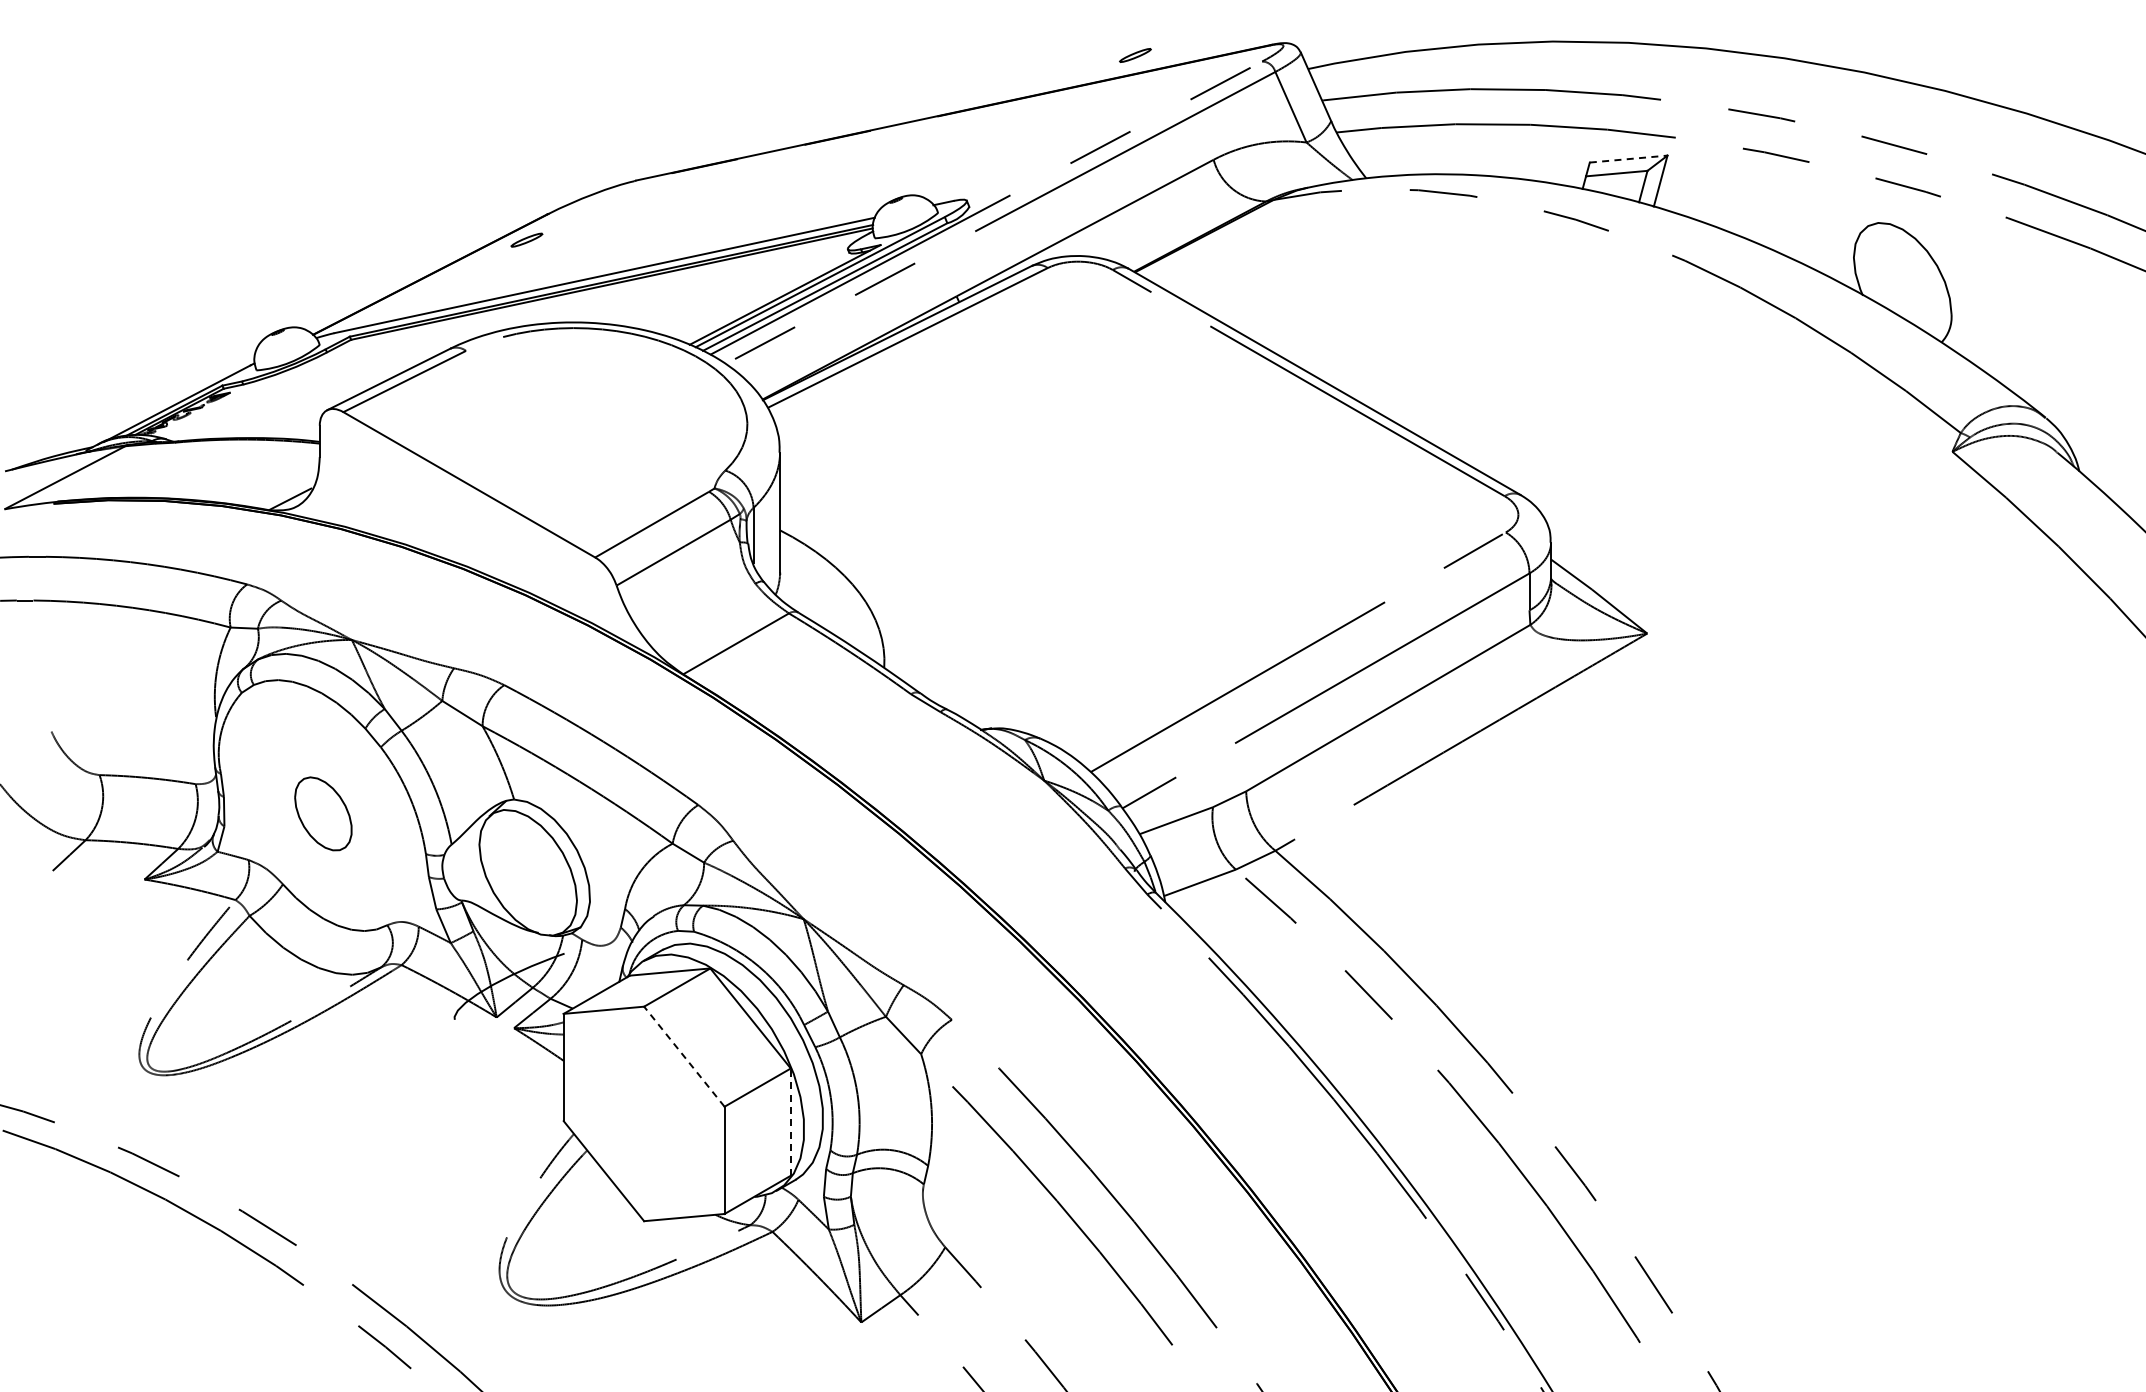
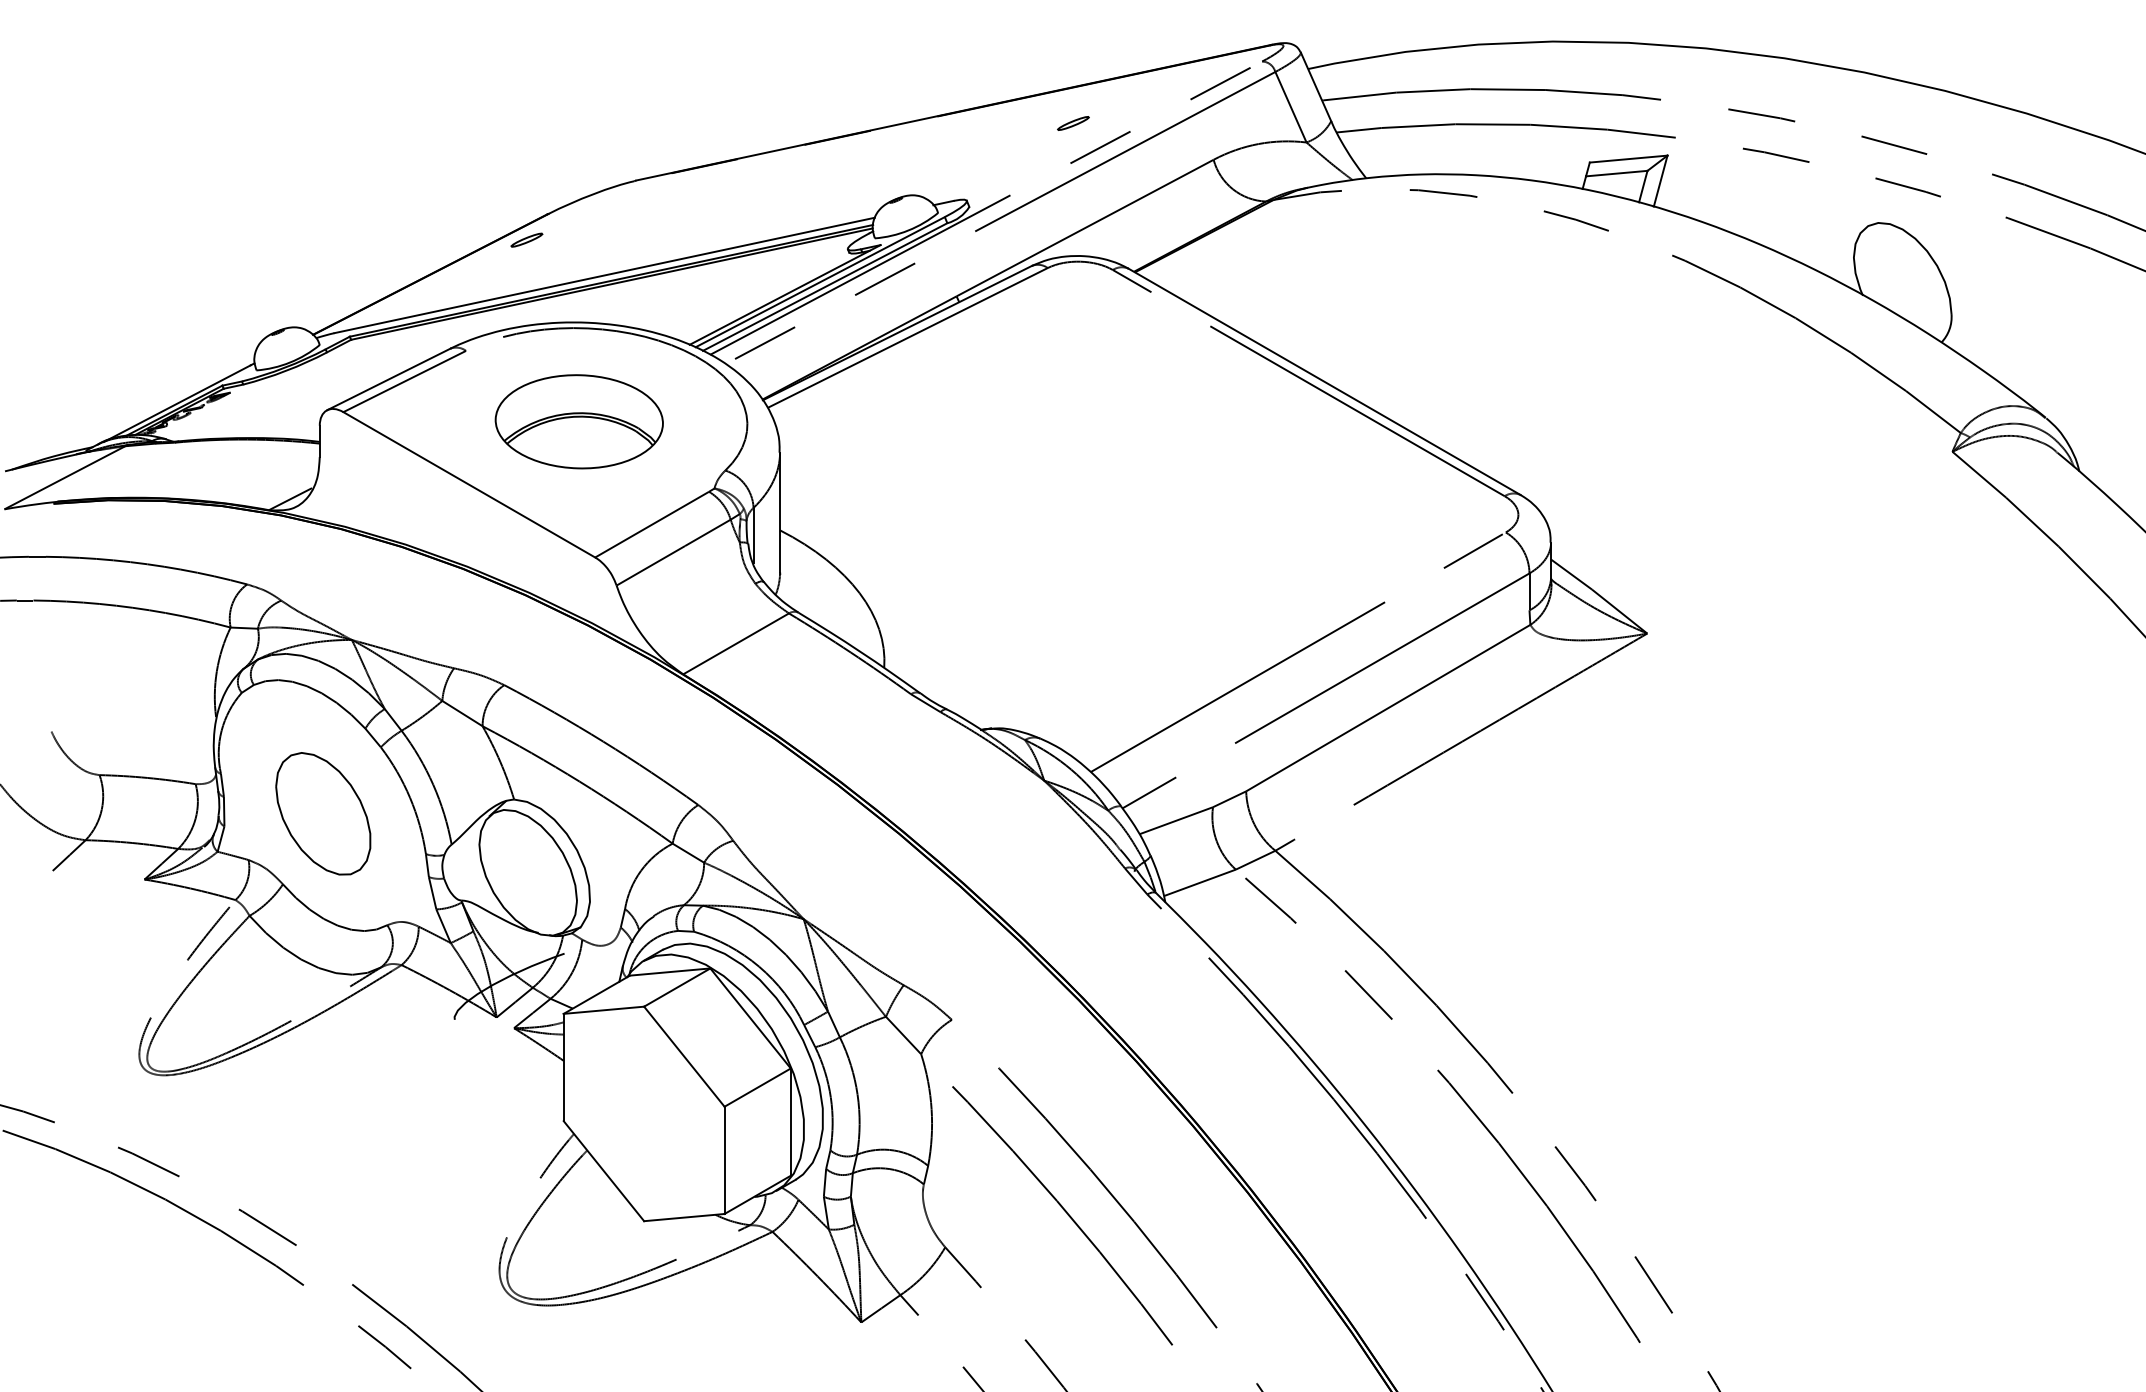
part at (1135, 55) position: (1135, 55) -> (1073, 123)
line at (1629, 159): dashed -> solid
part at (578, 421): none -> present
part at (323, 813) size: 59x76 px -> 97x124 px
line at (684, 1056): dashed -> solid
line at (790, 1122): dashed -> solid
